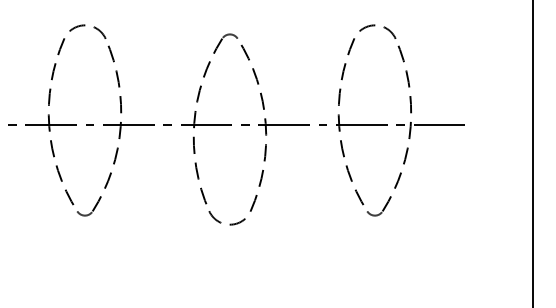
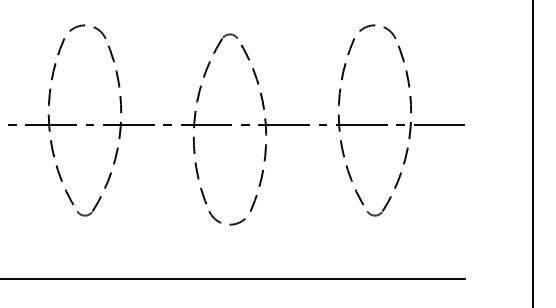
line at (233, 279): none -> present
